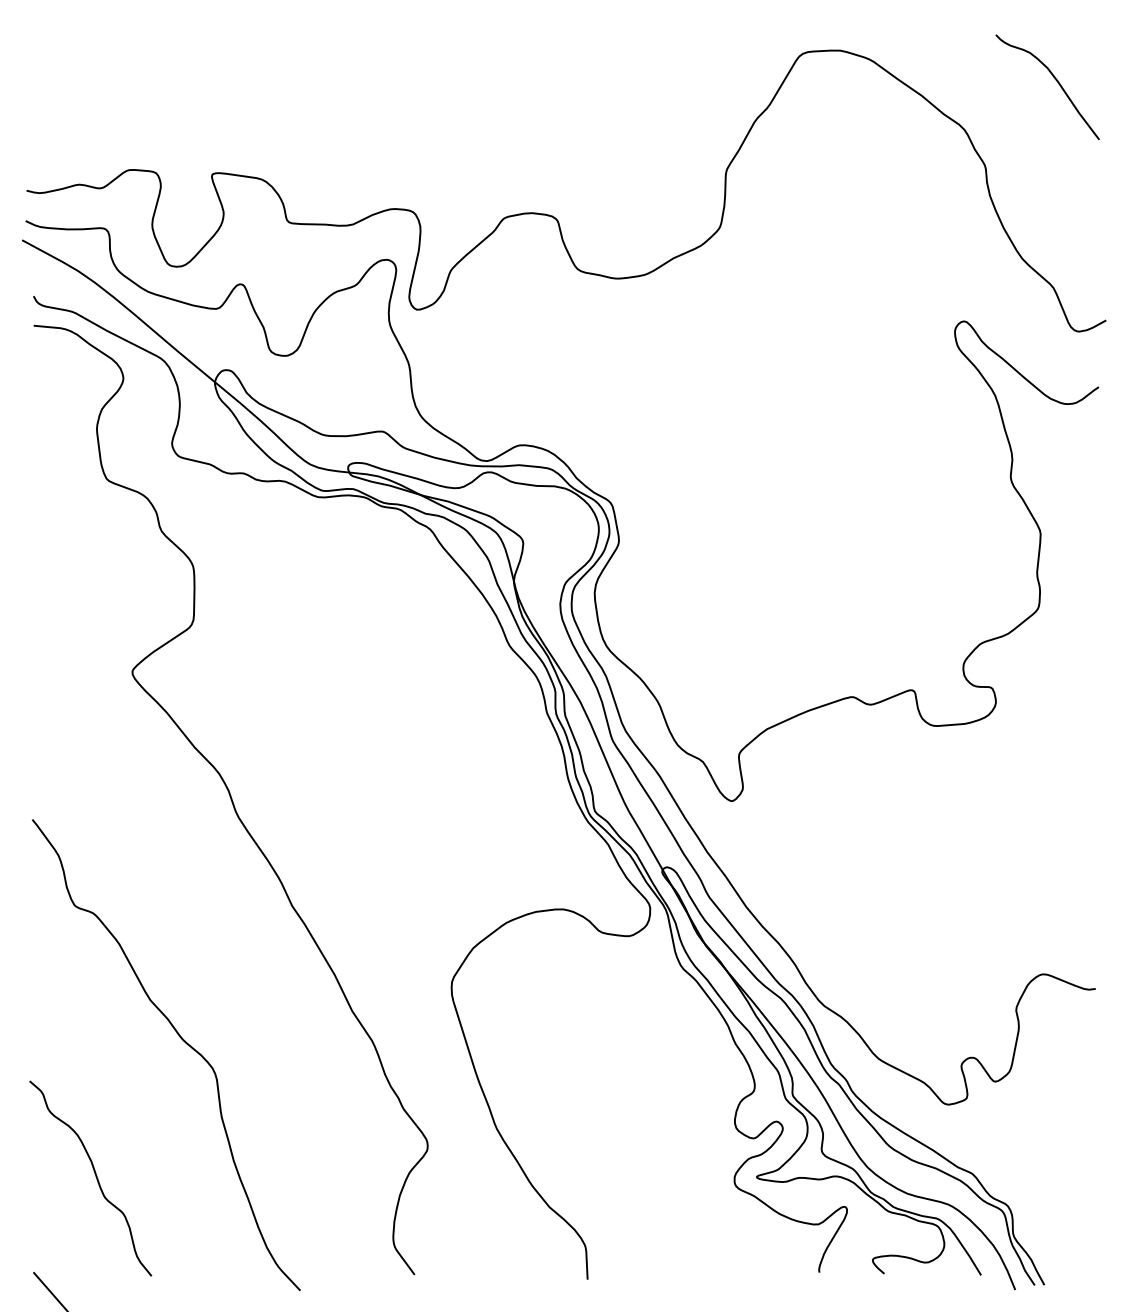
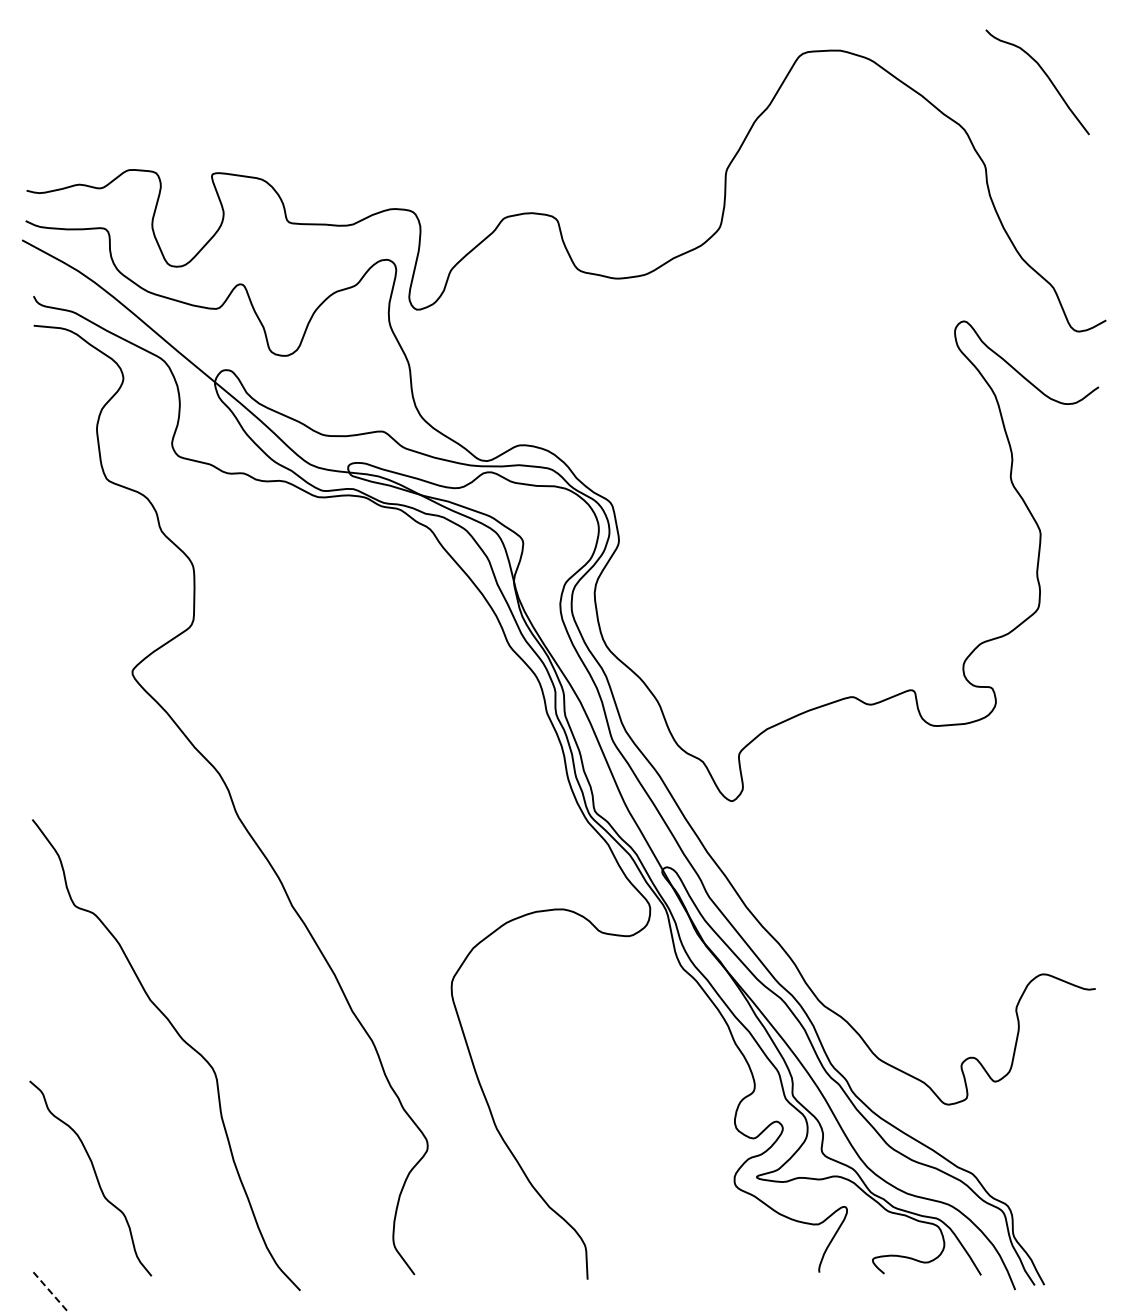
curve at (1055, 80) position: (1055, 80) -> (1045, 75)
line at (51, 1292): solid -> dashed
